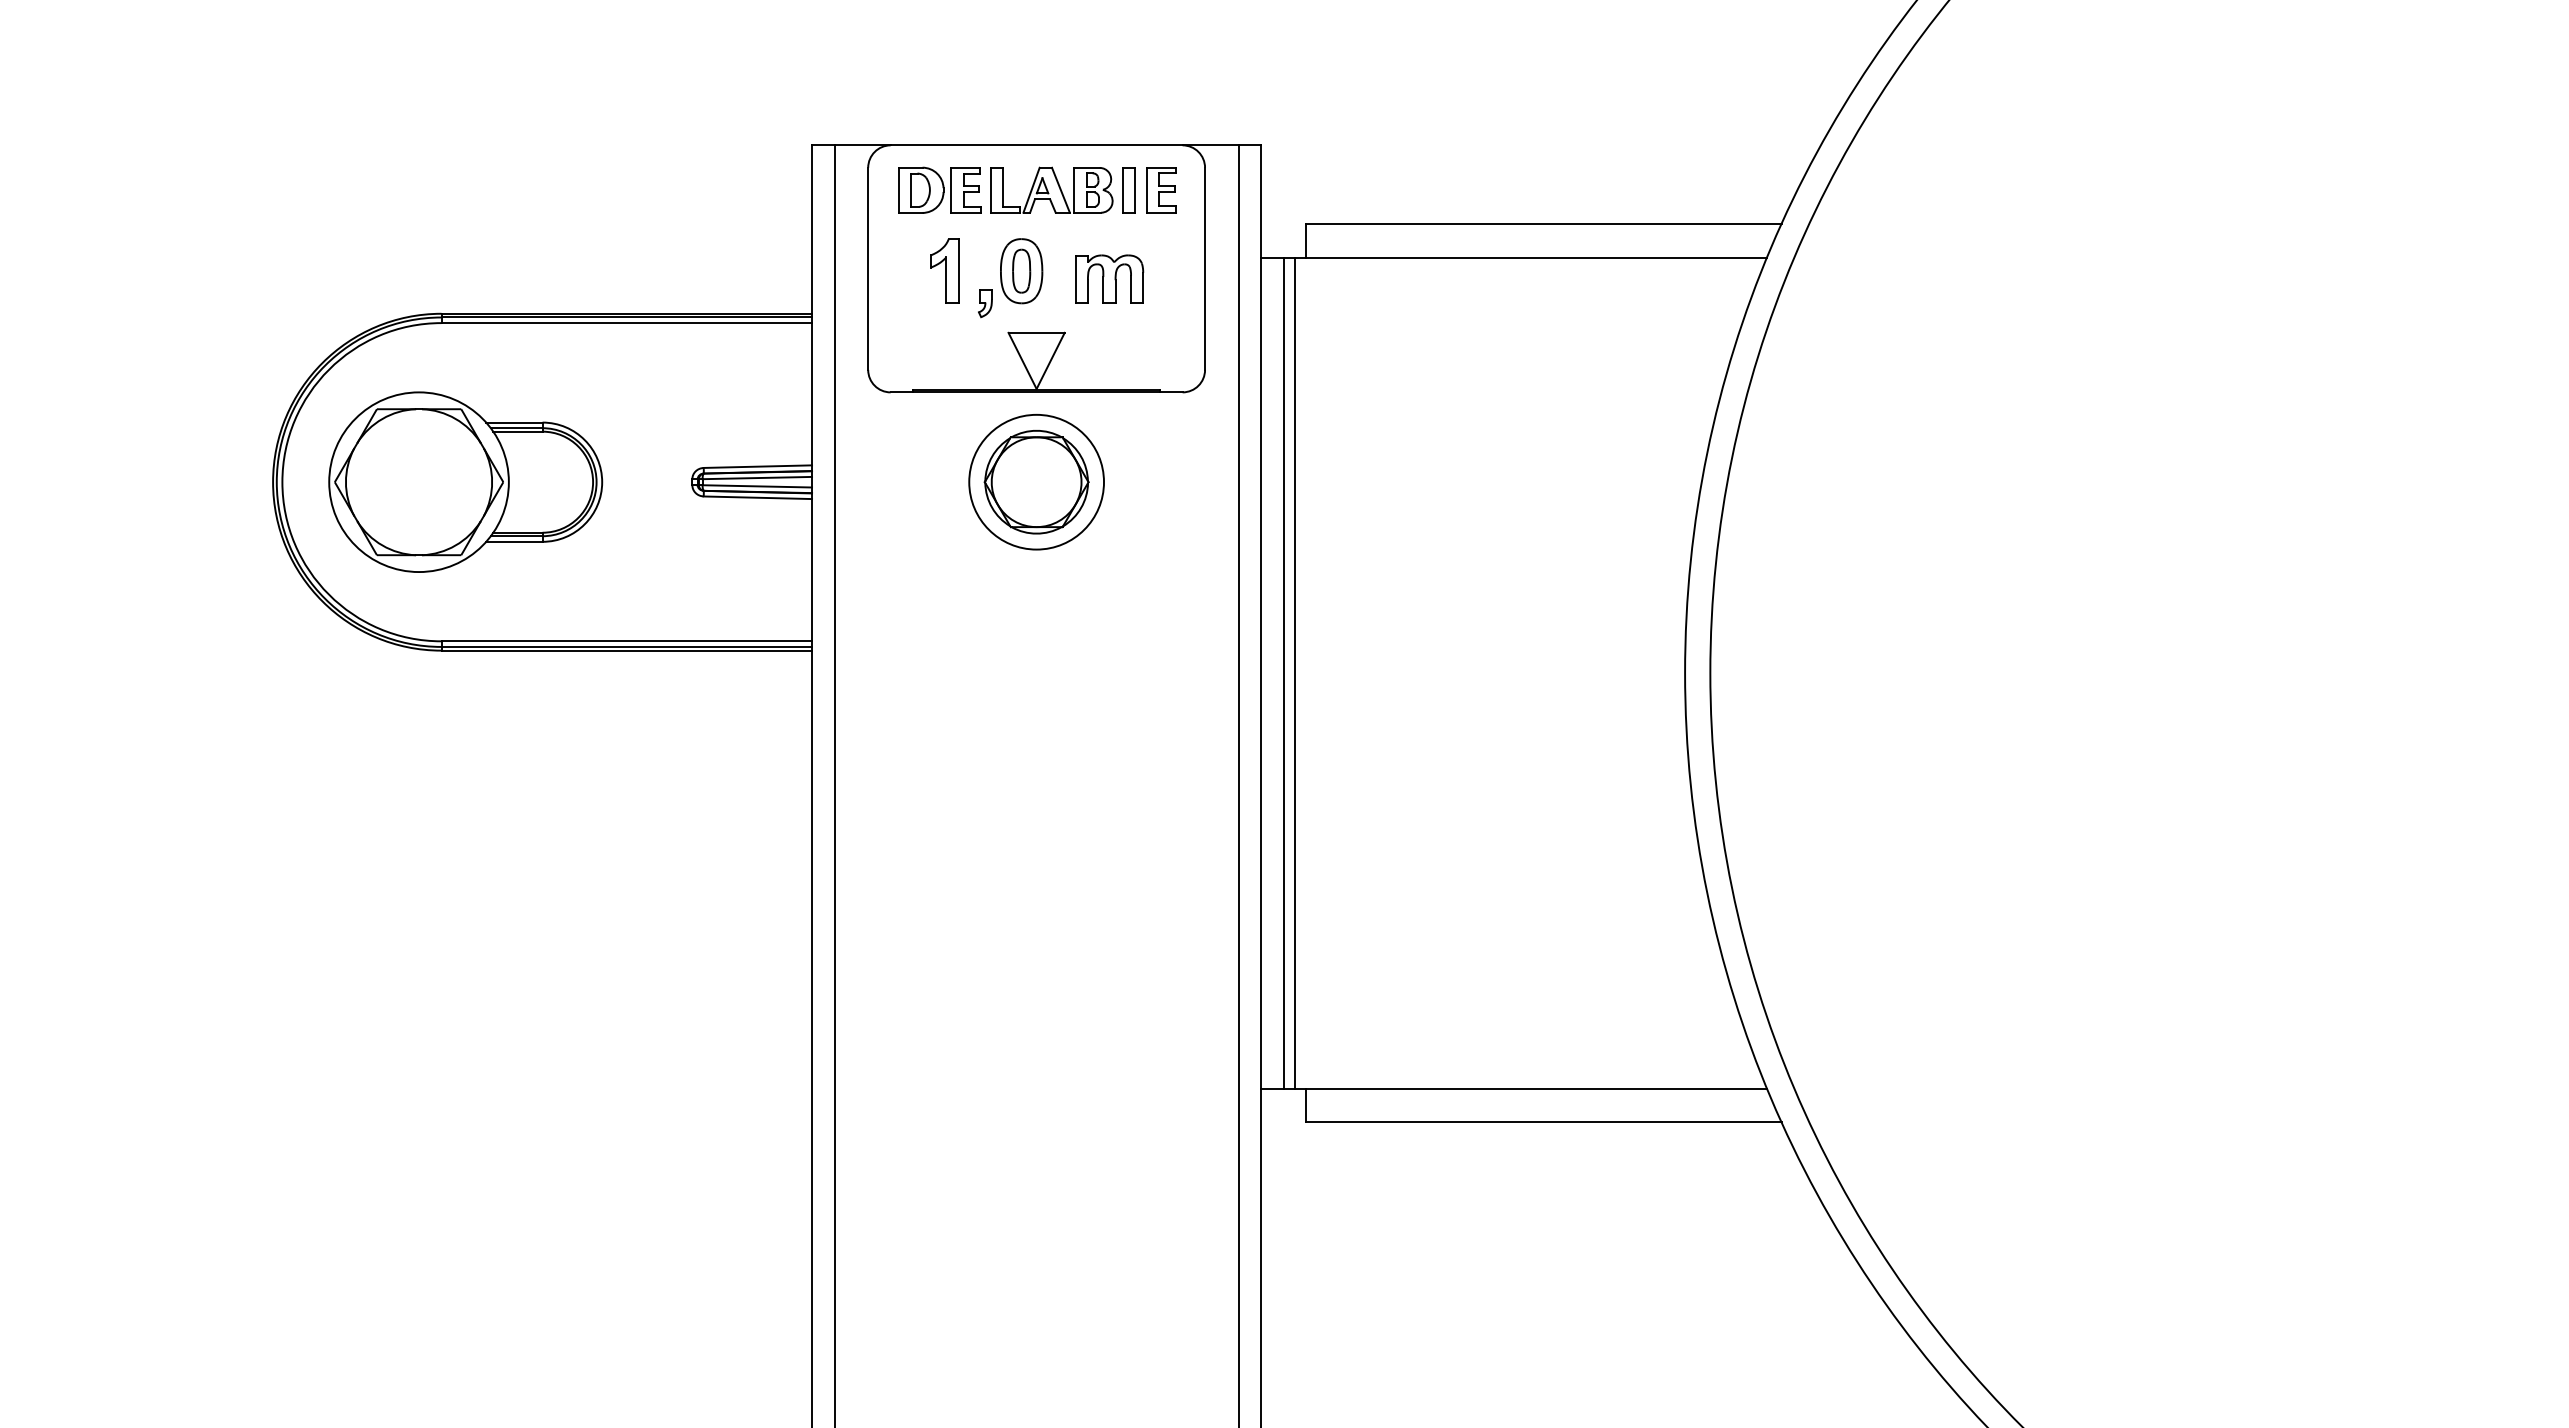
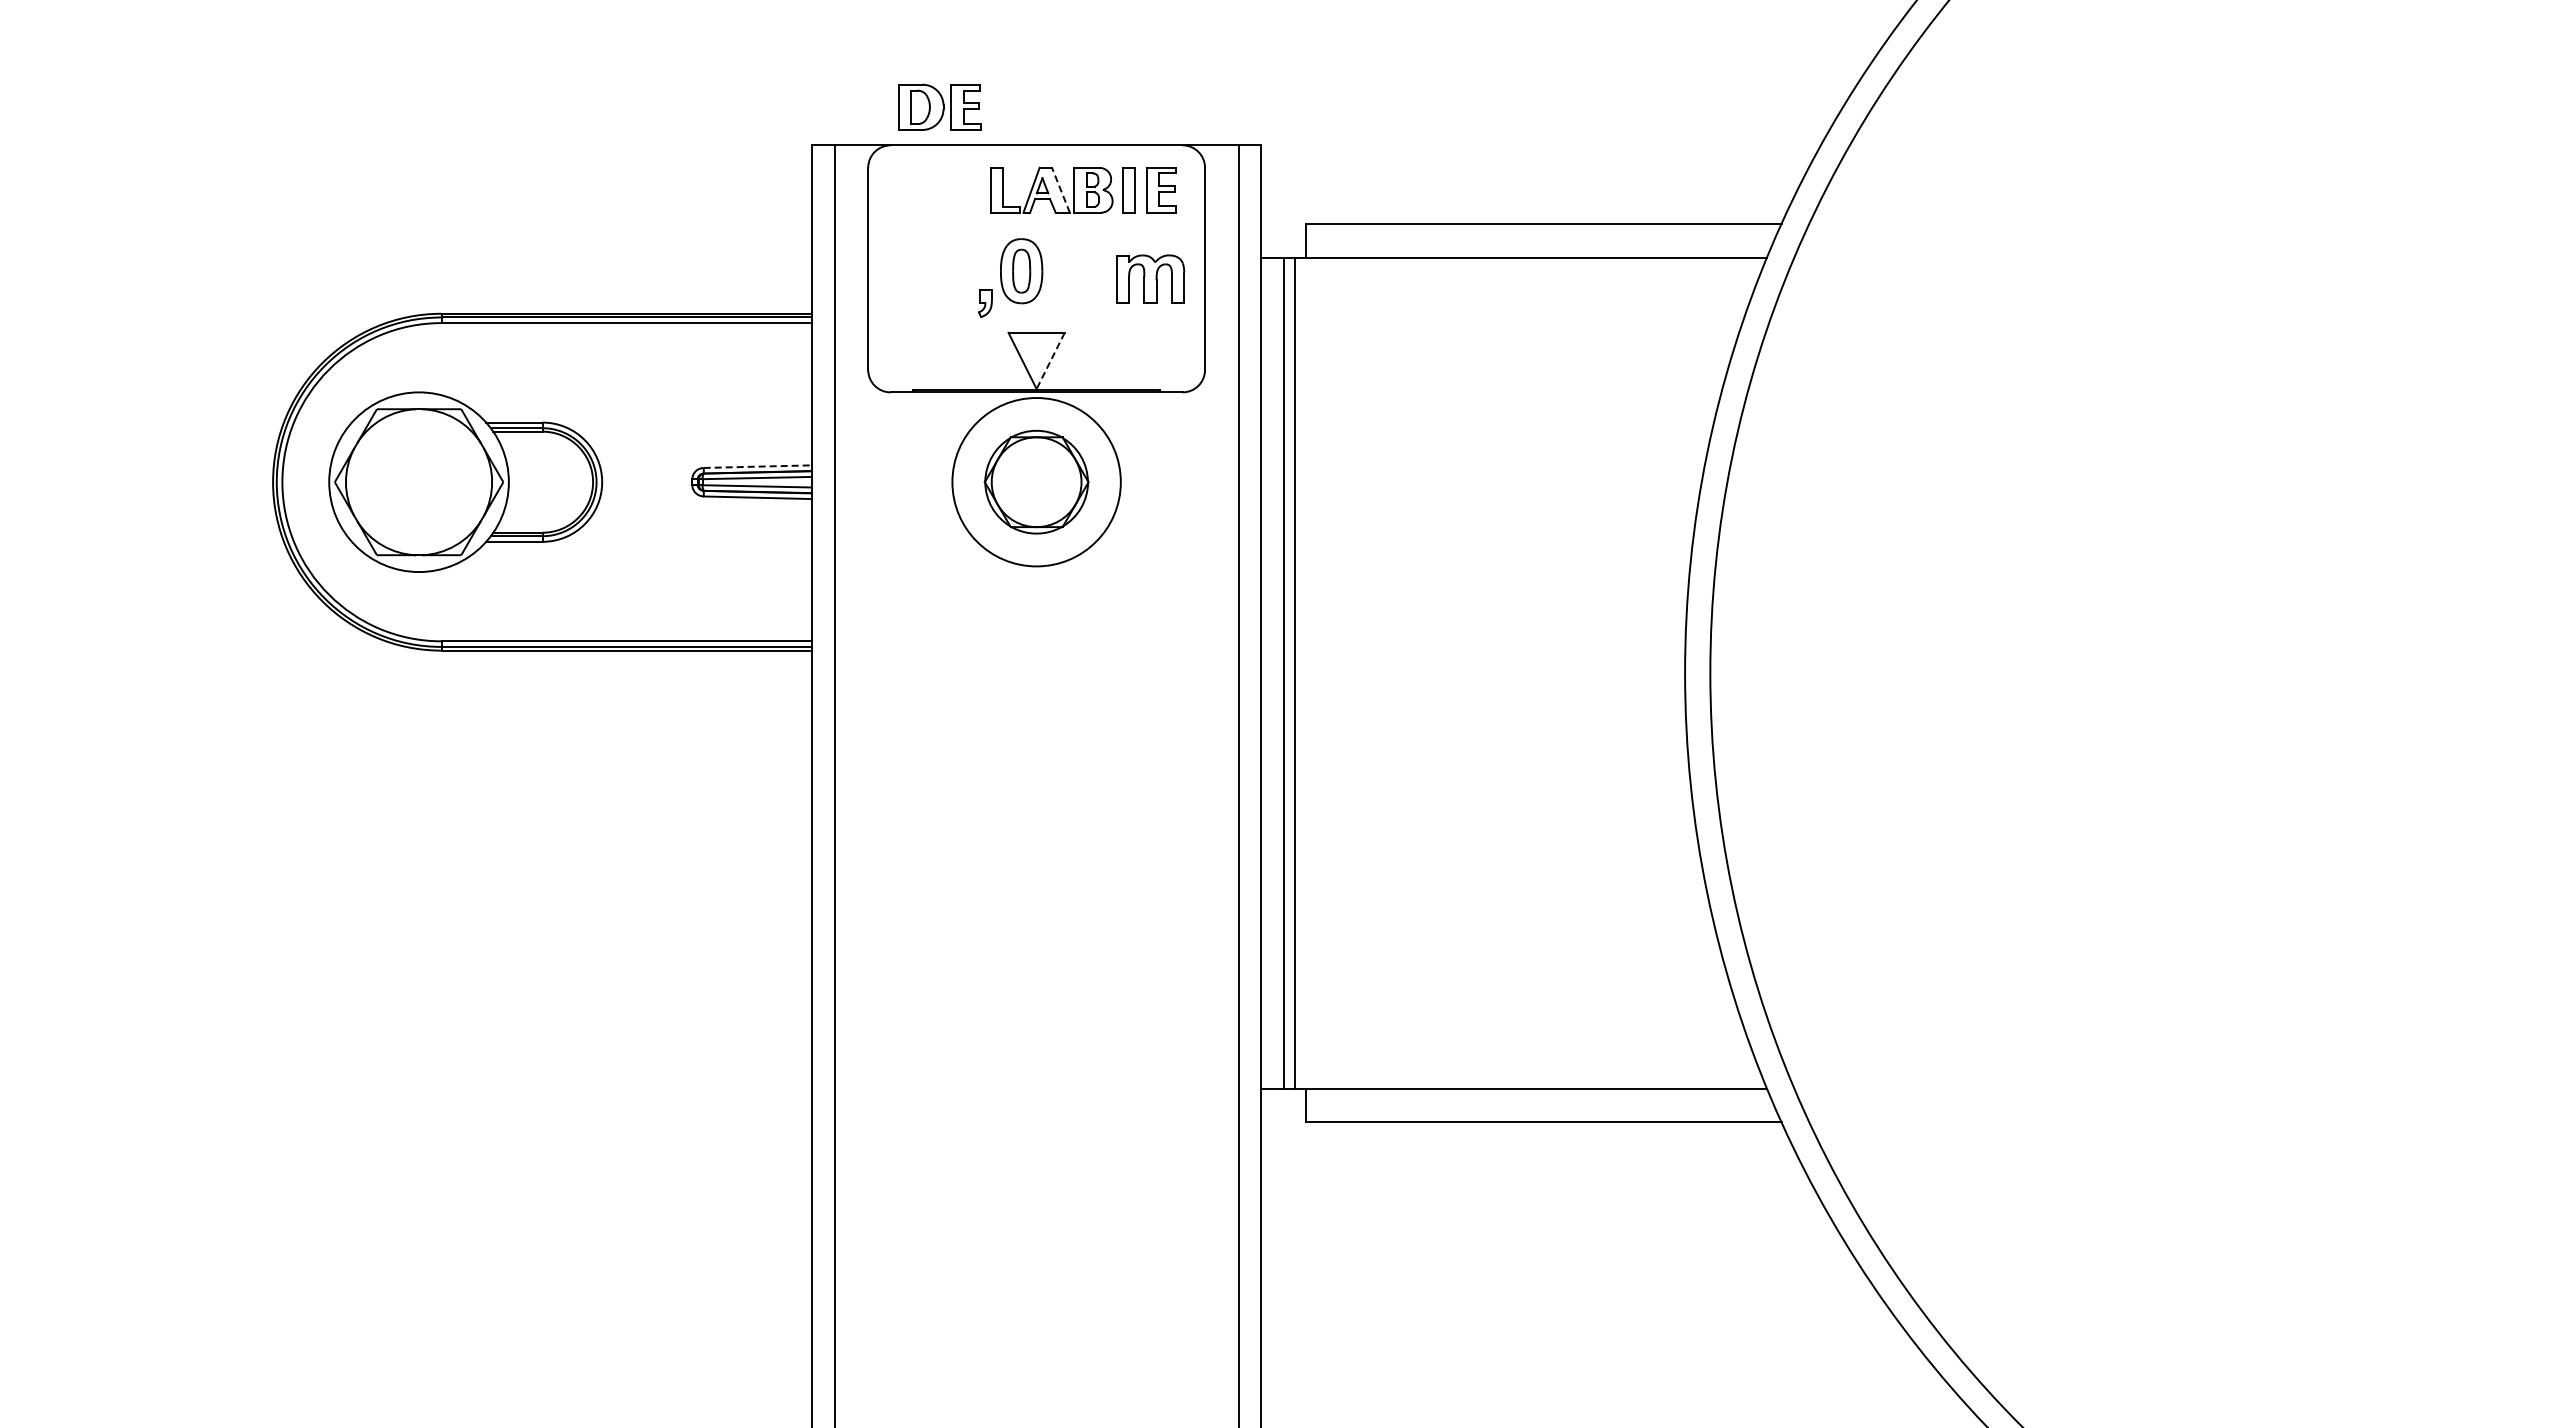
part at (939, 189) position: (939, 189) -> (939, 106)
line at (1060, 189): solid -> dashed
part at (944, 270): present -> none
part at (1109, 278) position: (1109, 278) -> (1150, 278)
line at (1050, 361): solid -> dashed
line at (758, 466): solid -> dashed
circle at (1036, 481) diameter: 135 px -> 168 px
